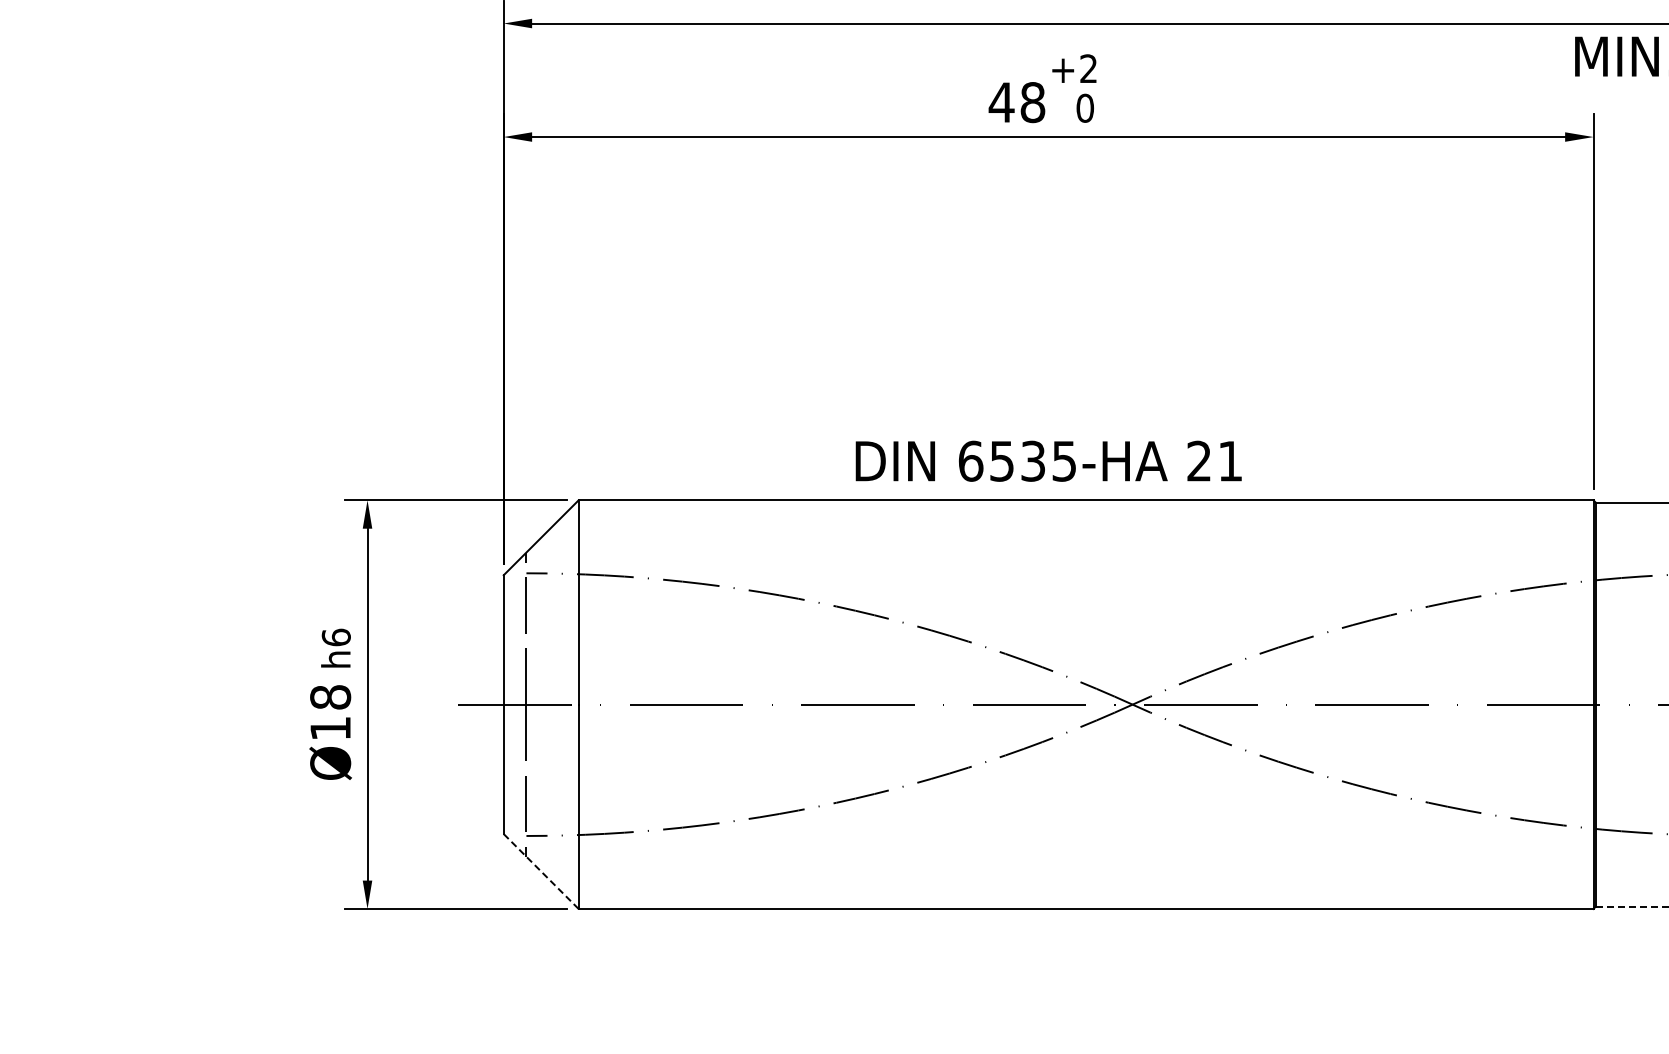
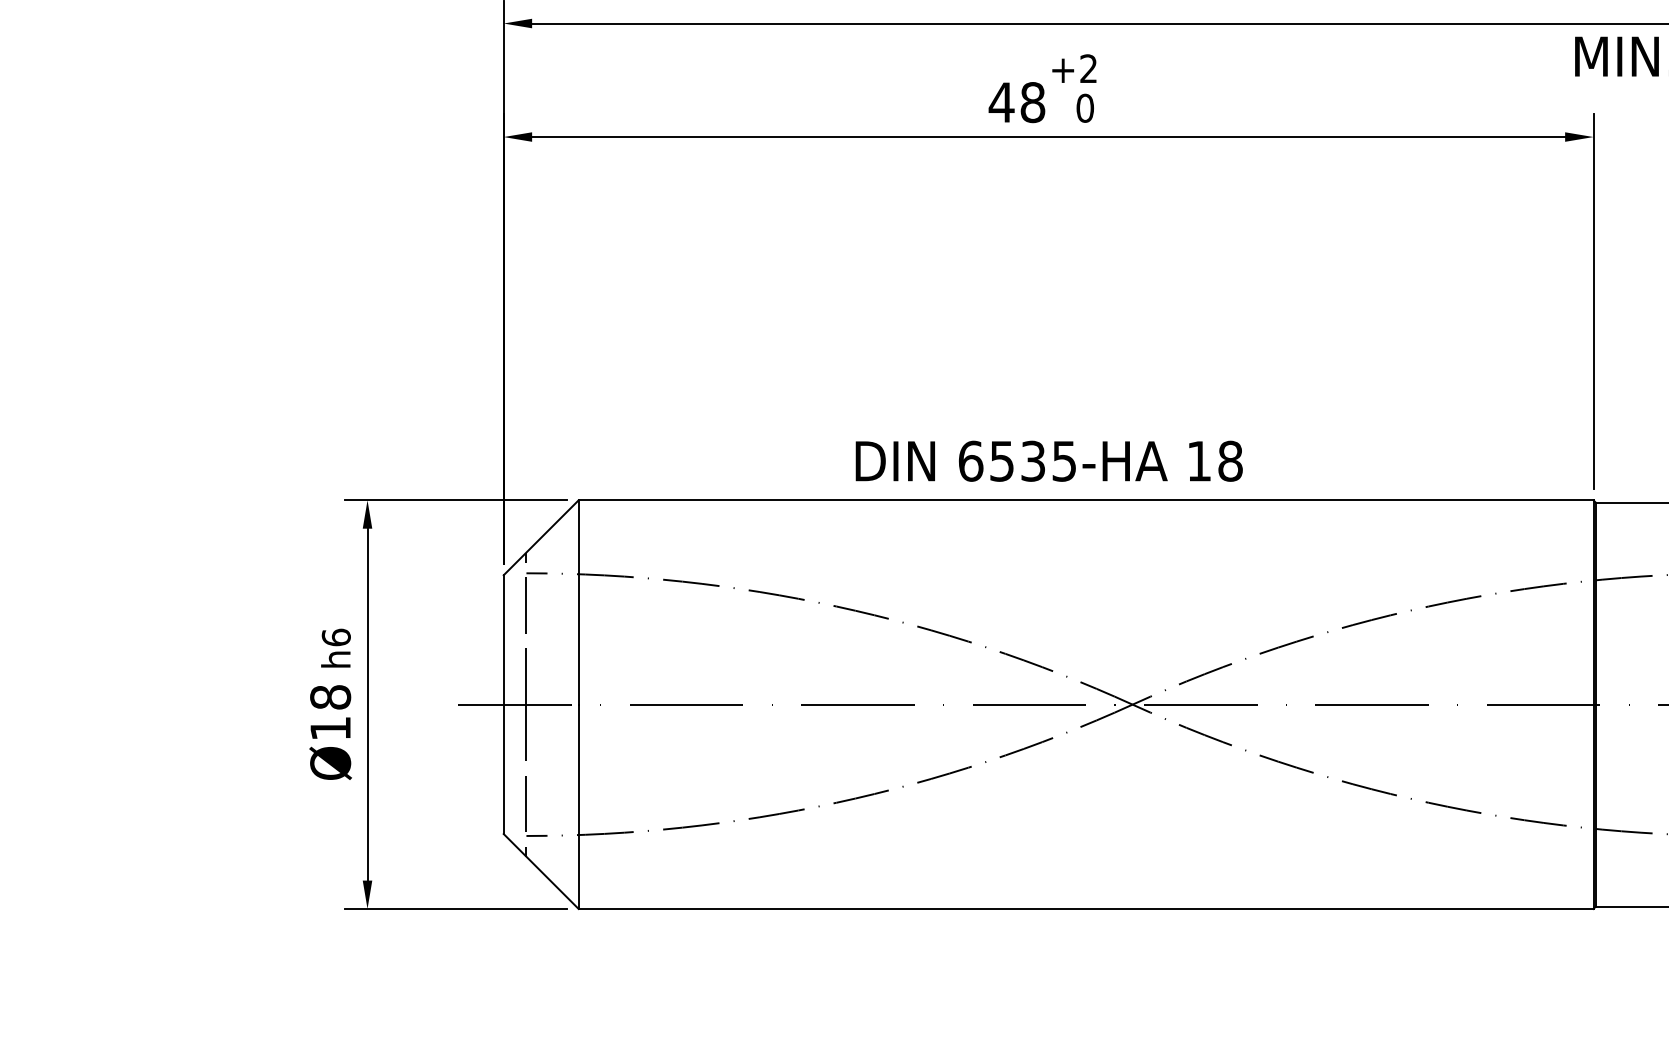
text at (1214, 460): 21 -> 18
line at (541, 871): dashed -> solid
line at (1632, 906): dashed -> solid
